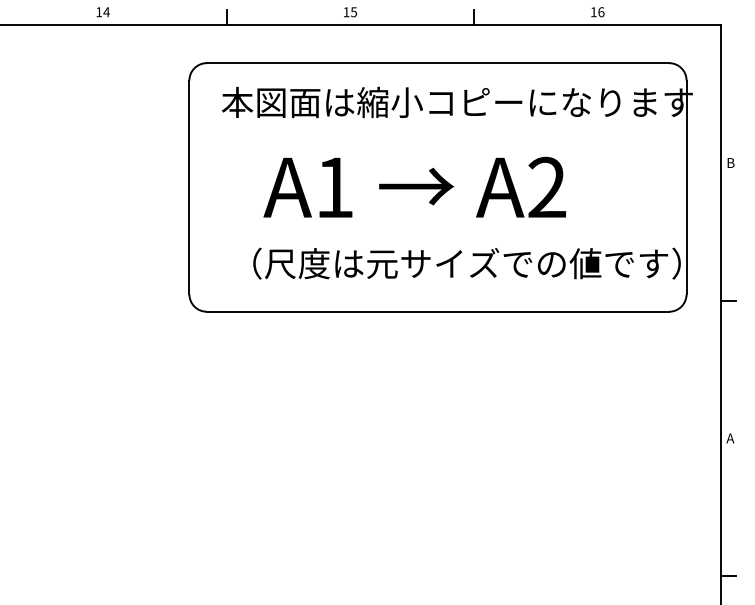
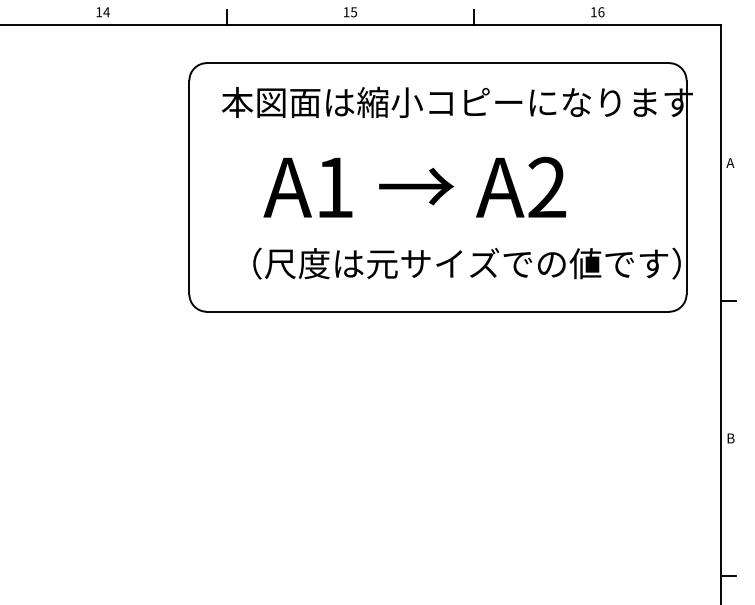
text at (730, 162): B -> A
text at (730, 438): A -> B
